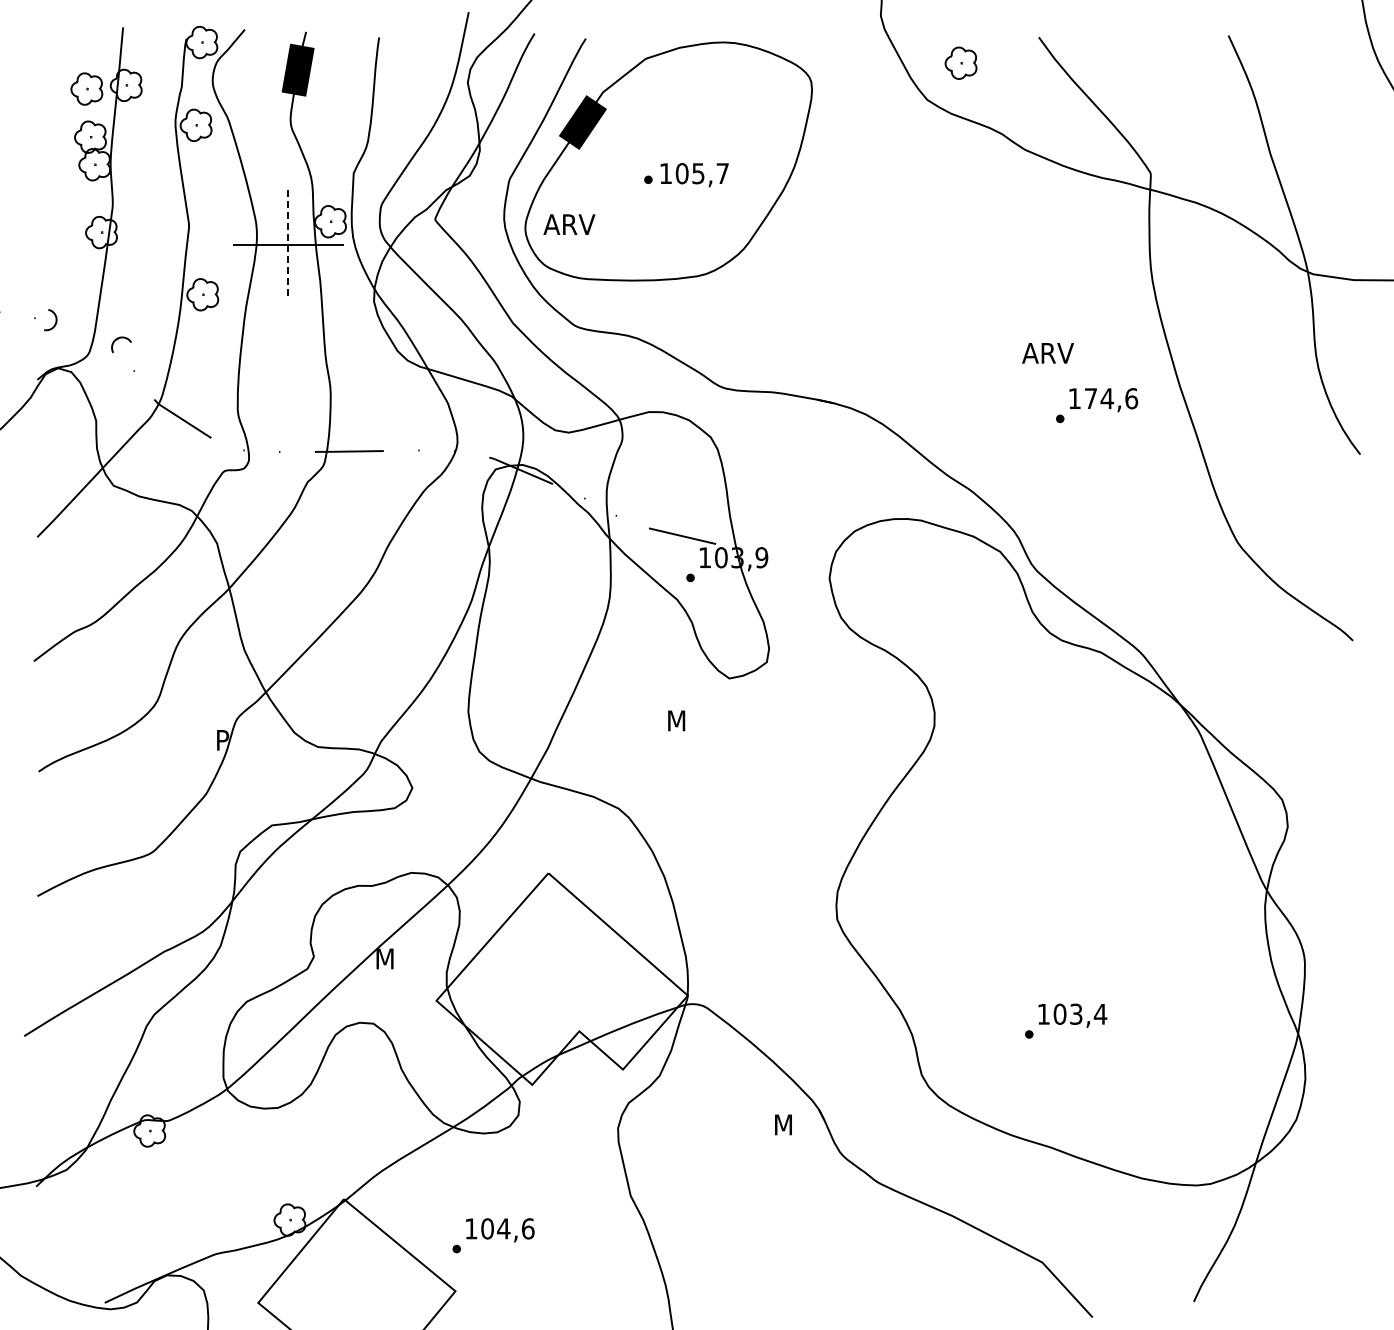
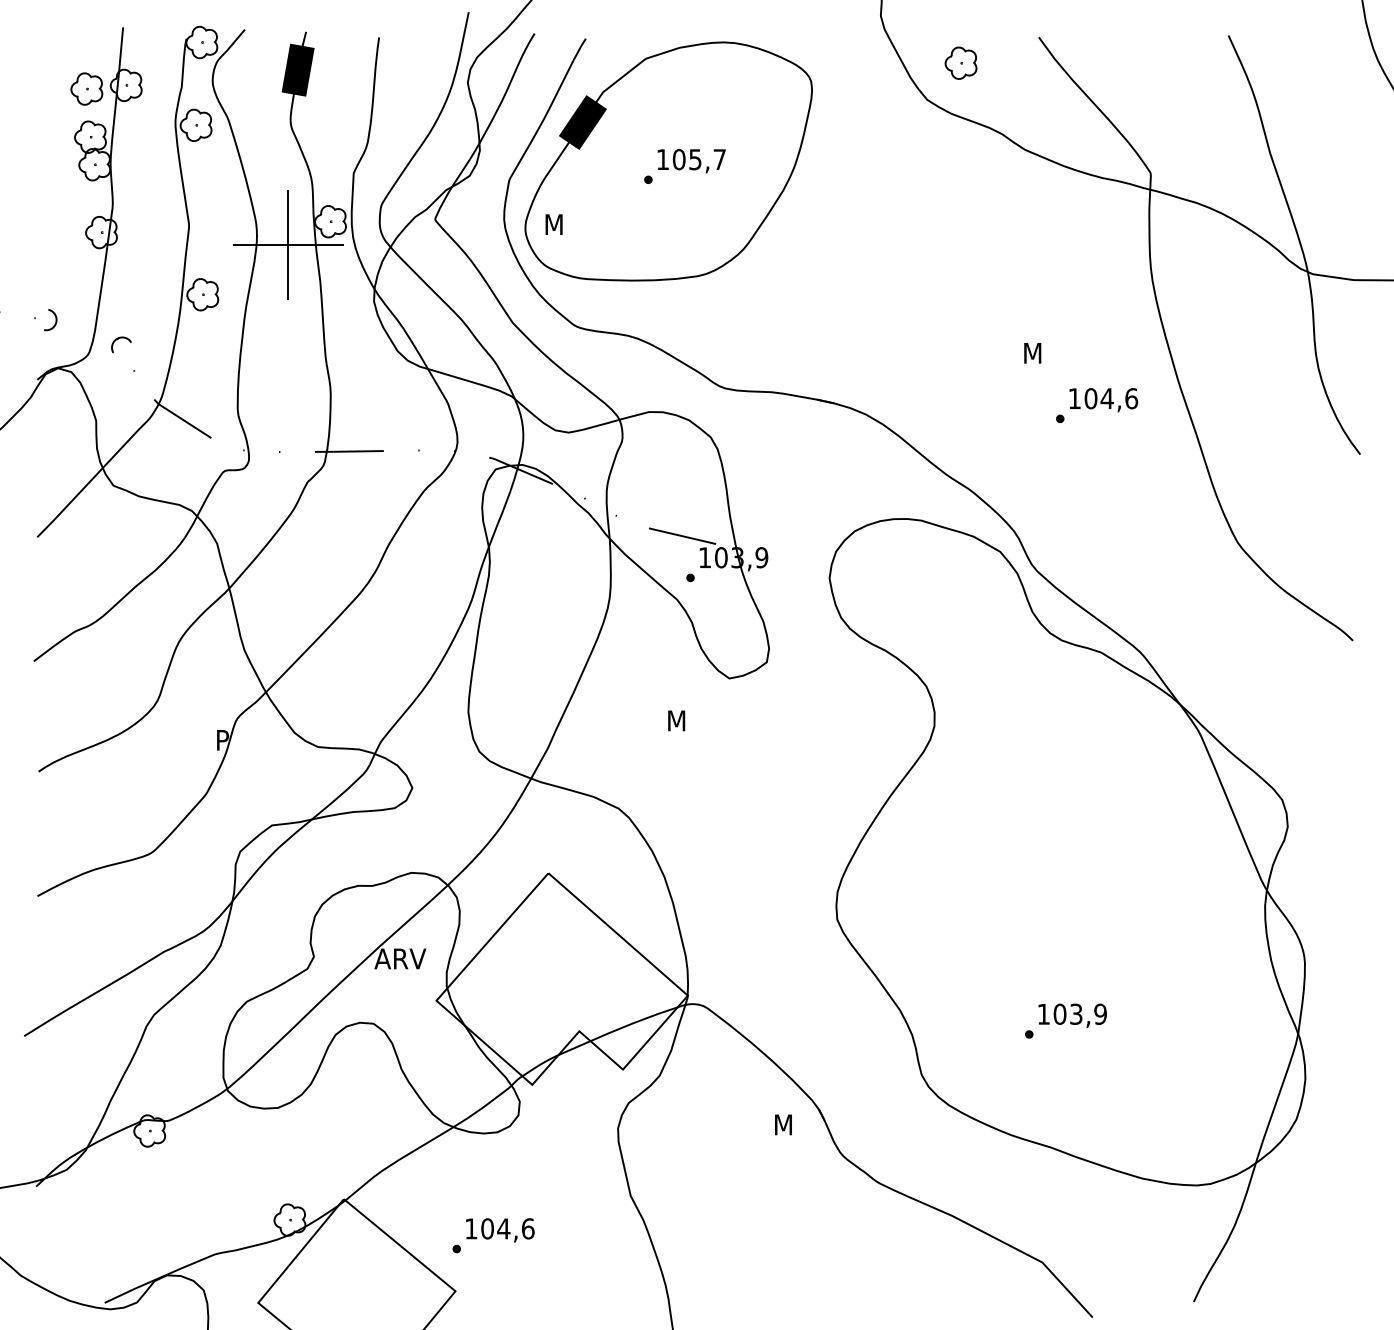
text at (694, 175) position: (694, 175) -> (691, 161)
text at (569, 224): ARV -> M
line at (288, 245): dashed -> solid
text at (1047, 353): ARV -> M
text at (1090, 398): 174,6 -> 104,6
text at (400, 958): M -> ARV
text at (1100, 1013): 103,4 -> 103,9
